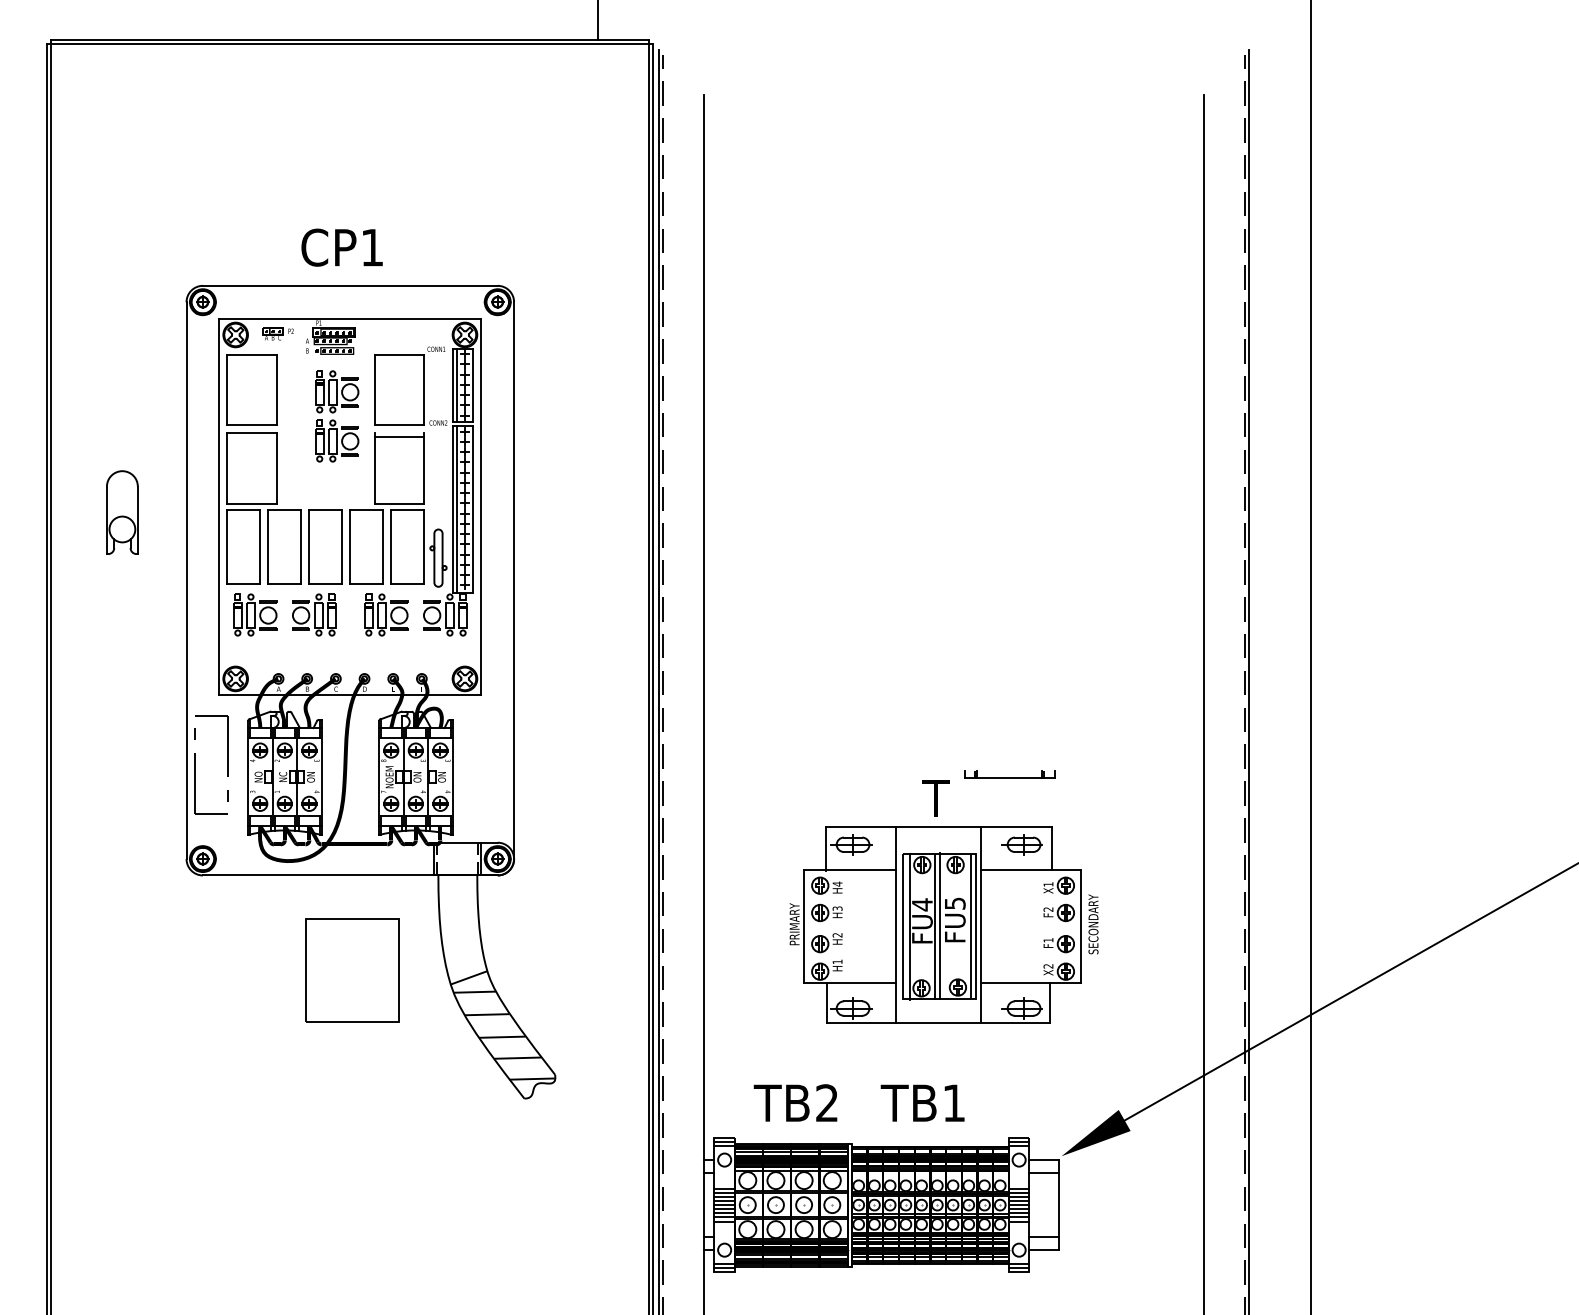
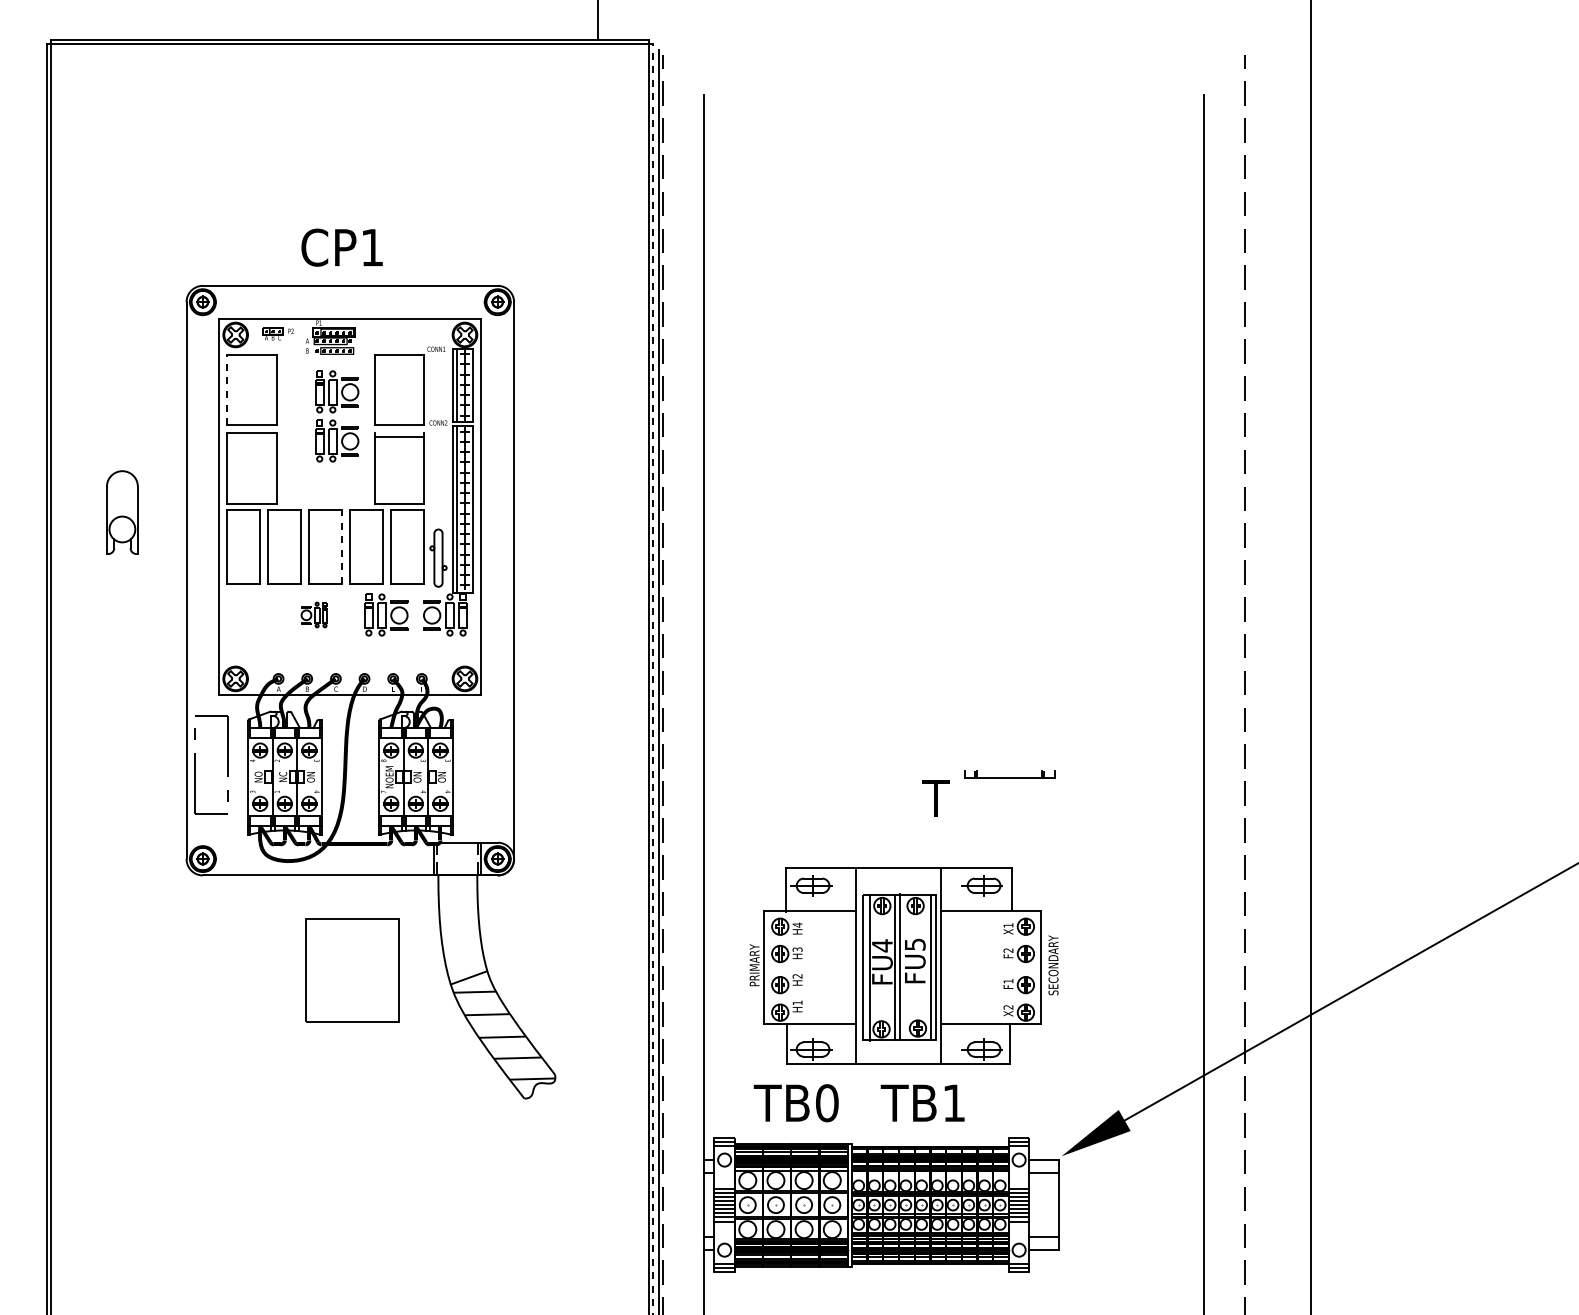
line at (227, 389): solid -> dashed
line at (342, 547): solid -> dashed
part at (255, 614): present -> none
part at (314, 614) size: 45x44 px -> 28x28 px
line at (653, 678): solid -> dashed
line at (1248, 680): present -> none
part at (943, 924) position: (943, 924) -> (903, 965)
text at (827, 1103): TB2 -> TB0
